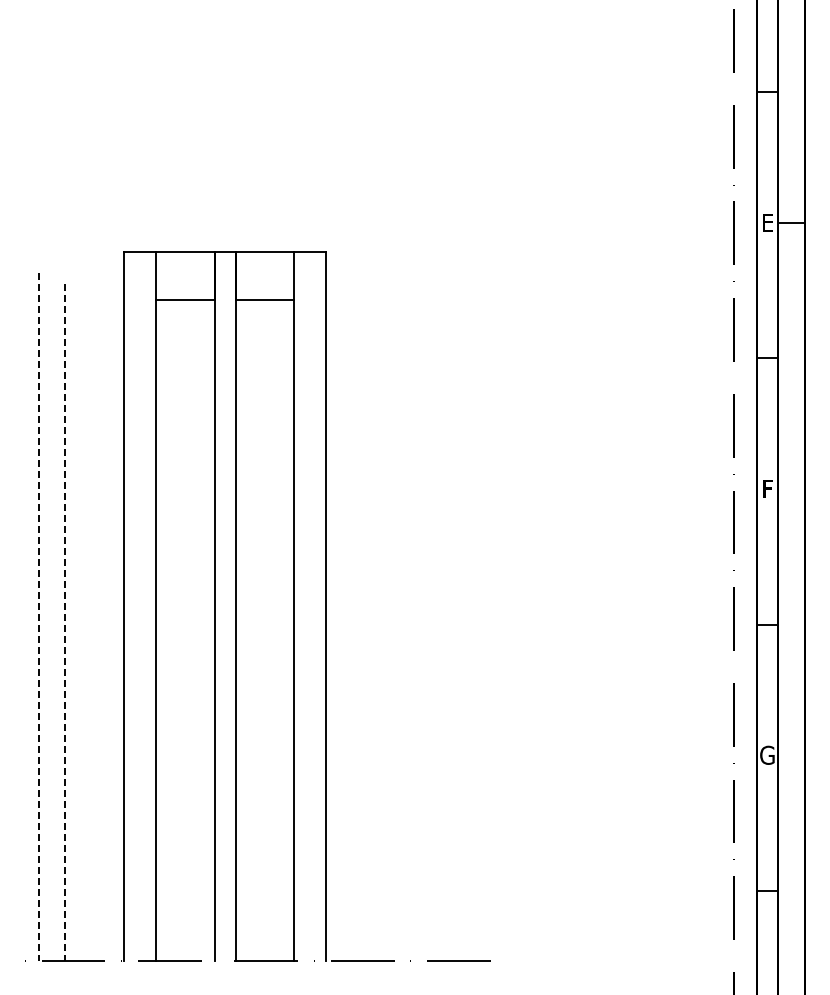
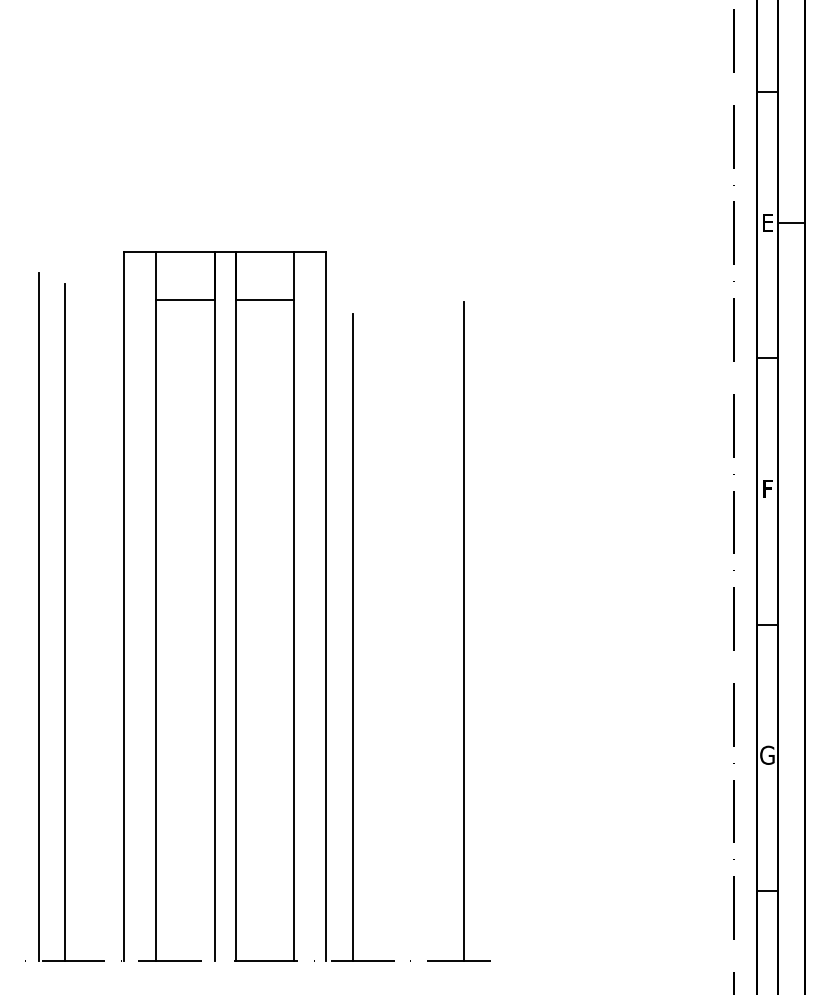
line at (38, 617): dashed -> solid
line at (65, 622): dashed -> solid
line at (464, 630): none -> present
line at (352, 637): none -> present
